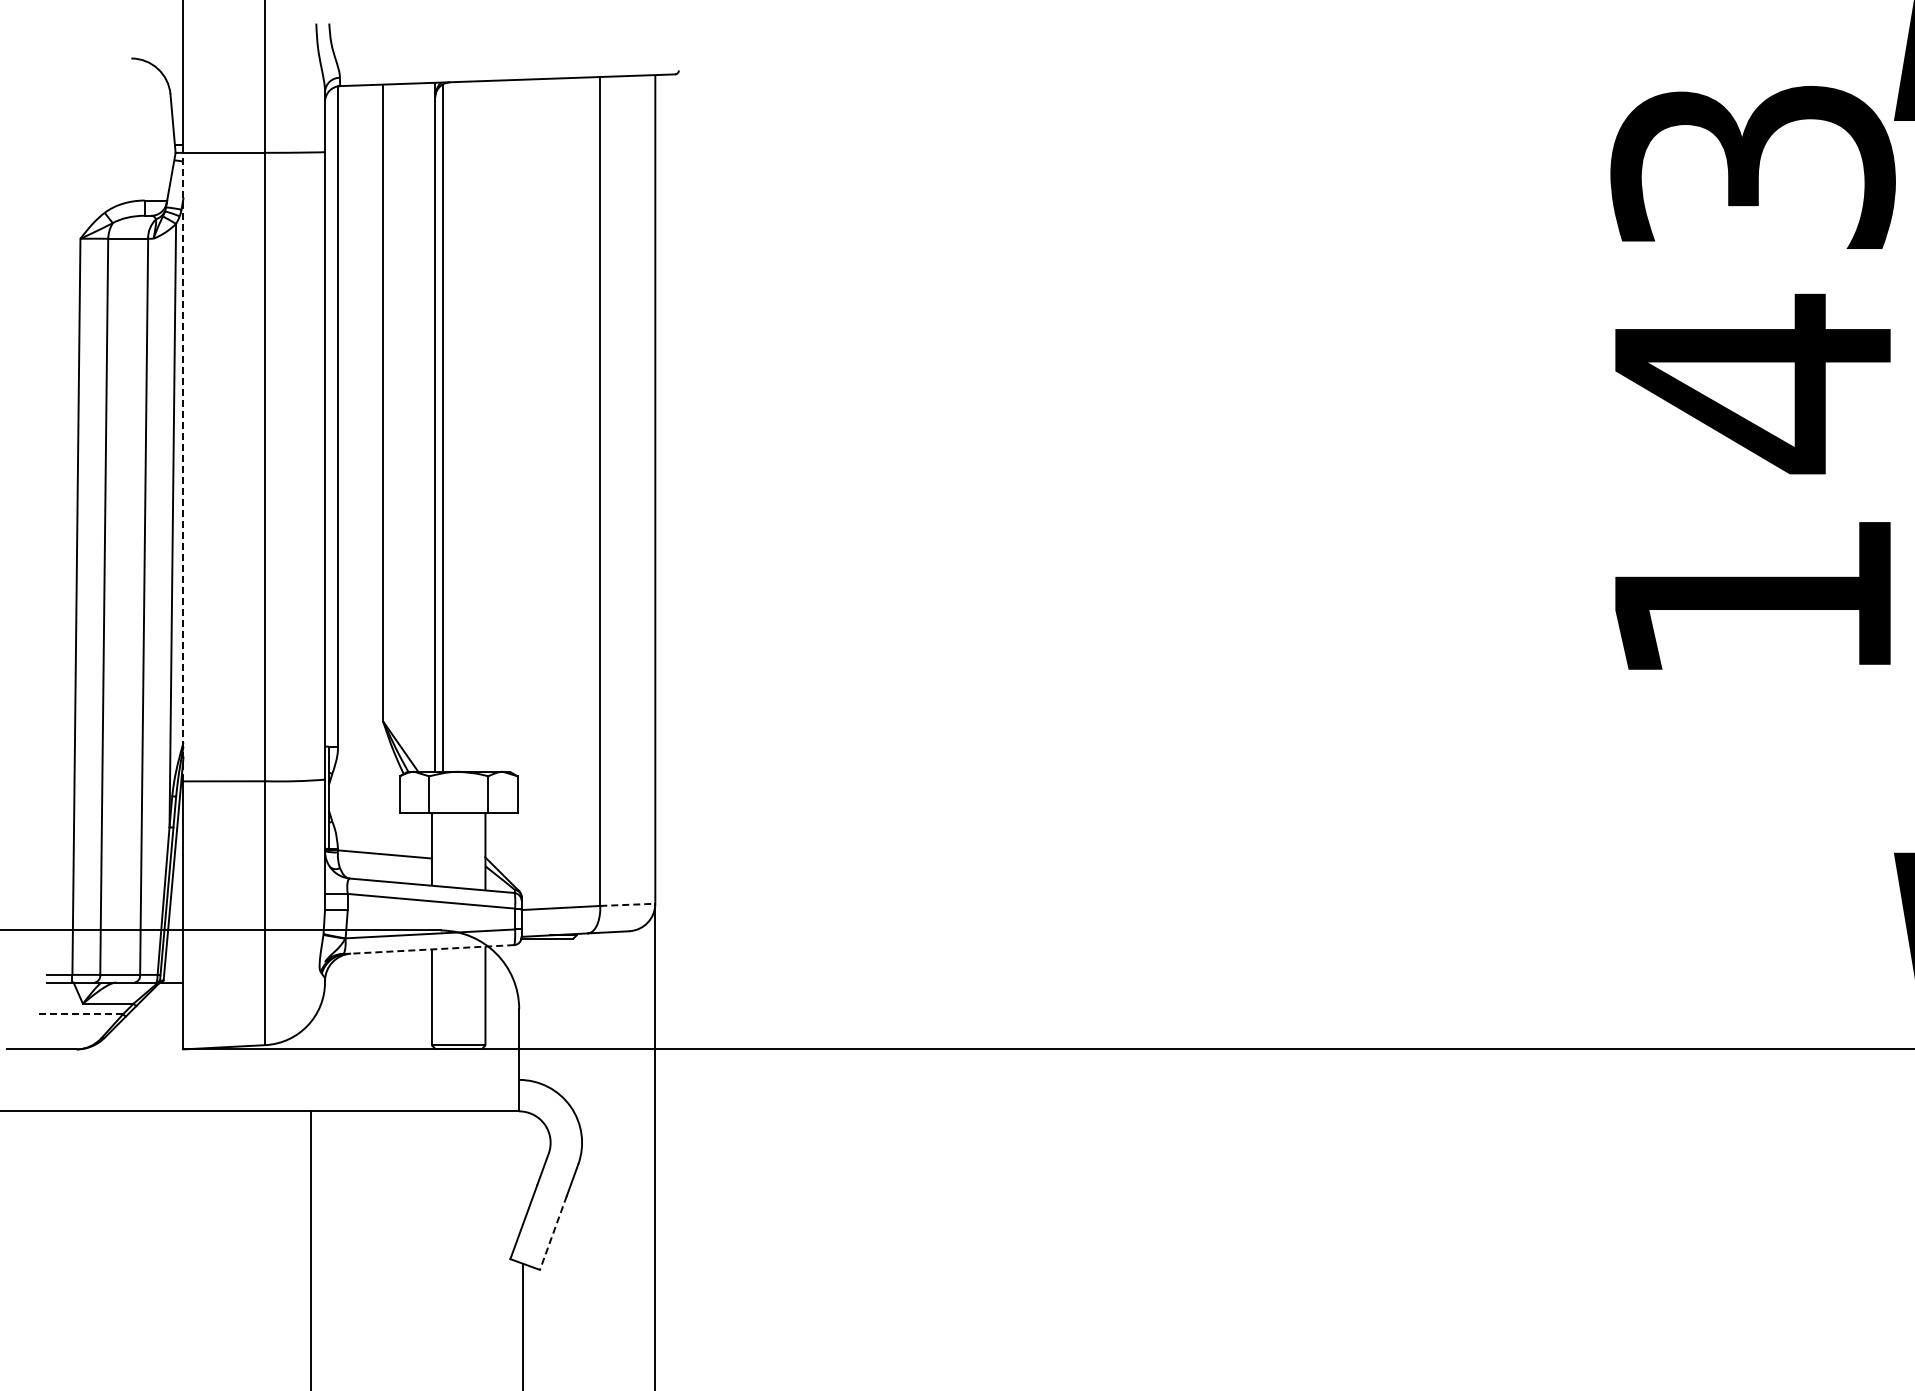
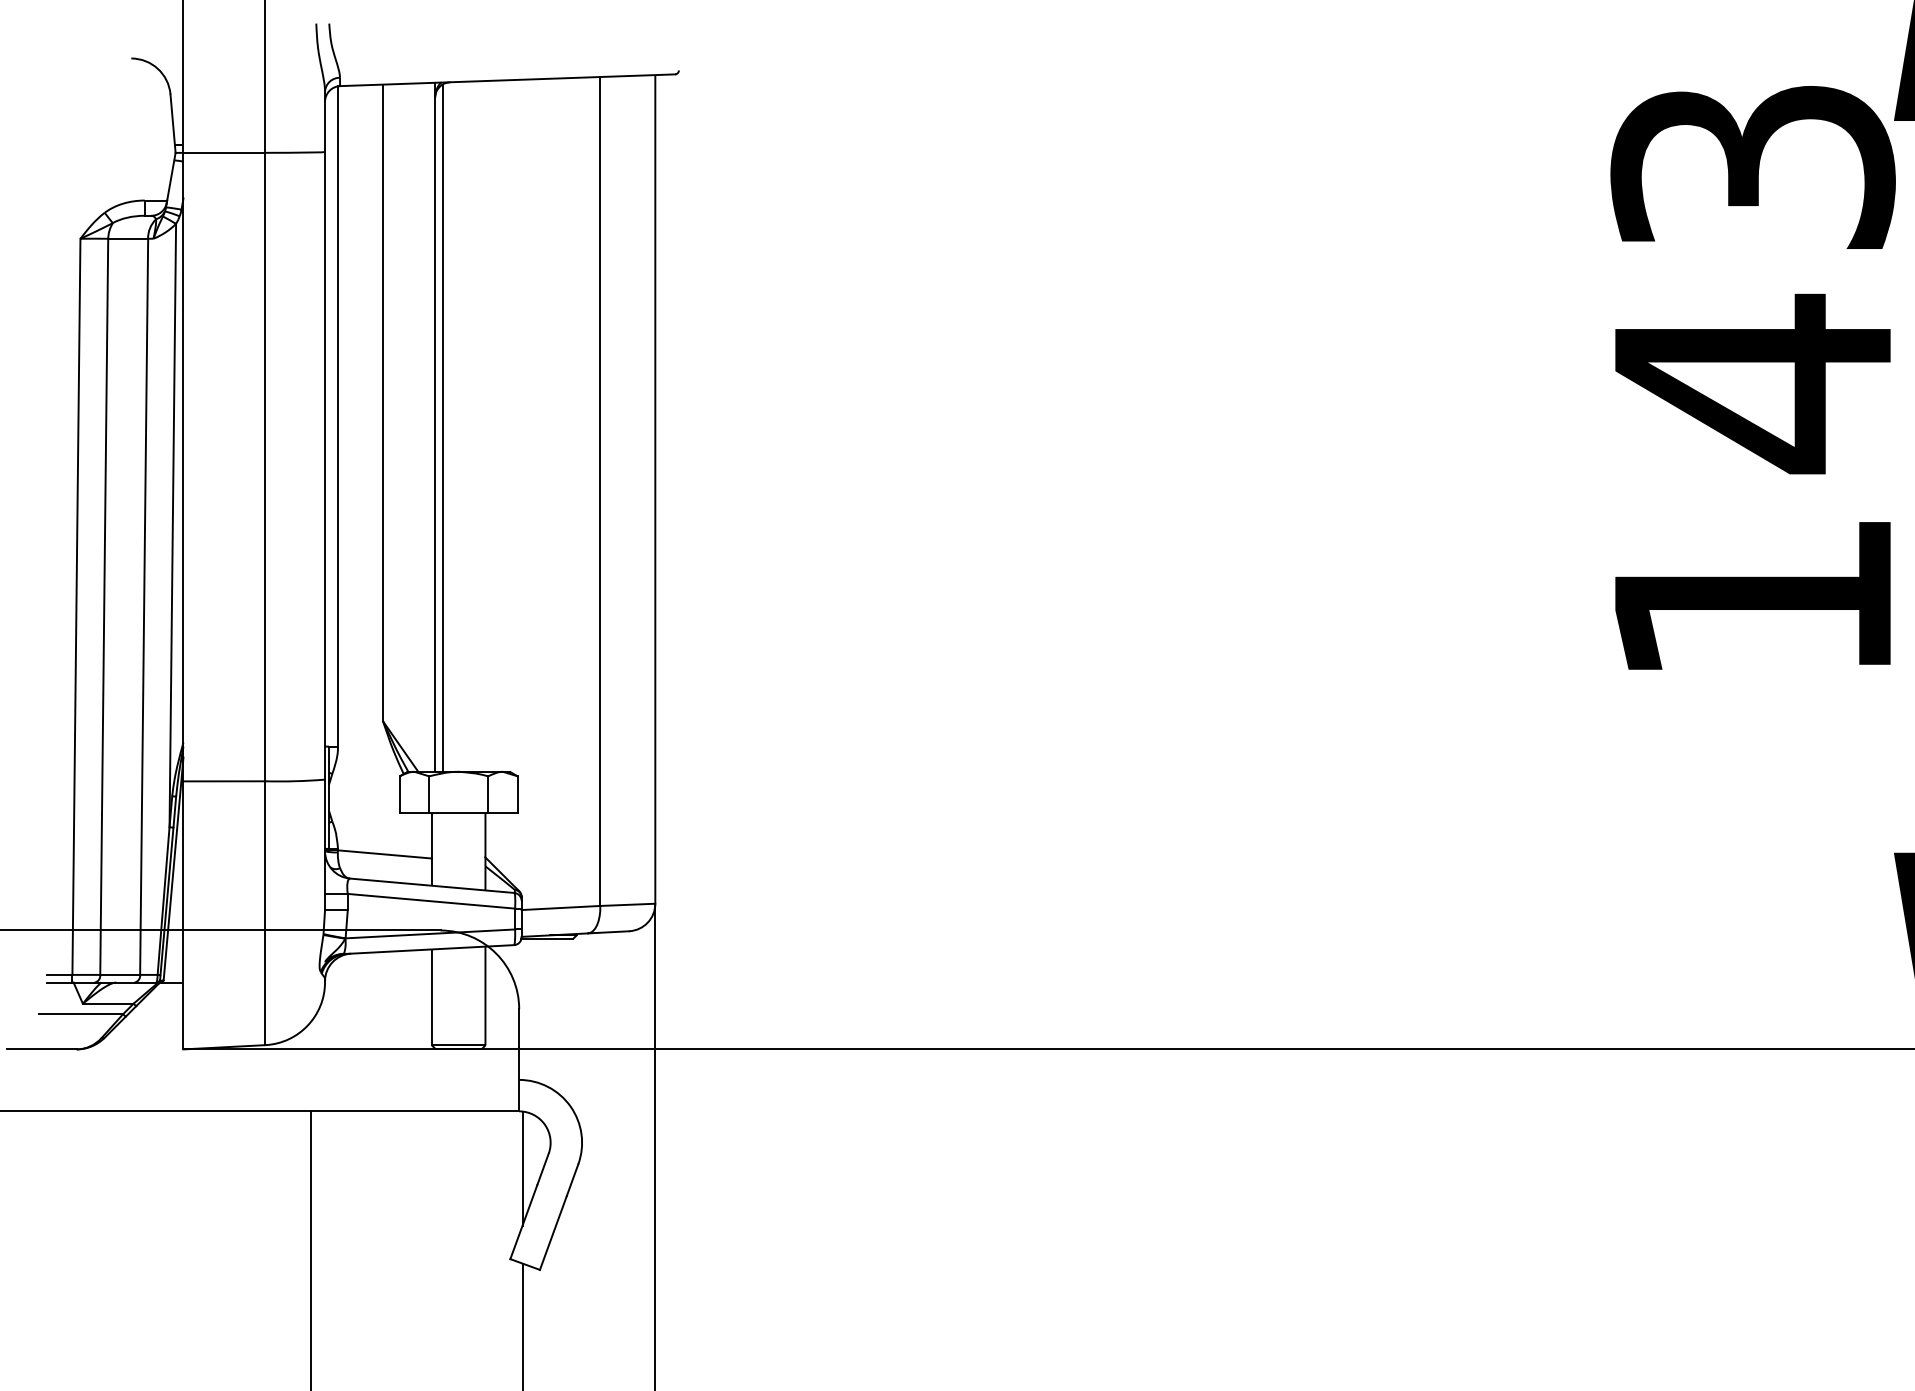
line at (183, 466): dashed -> solid
line at (627, 904): dashed -> solid
line at (430, 949): dashed -> solid
line at (81, 1014): dashed -> solid
line at (522, 1168): none -> present
line at (553, 1233): dashed -> solid
